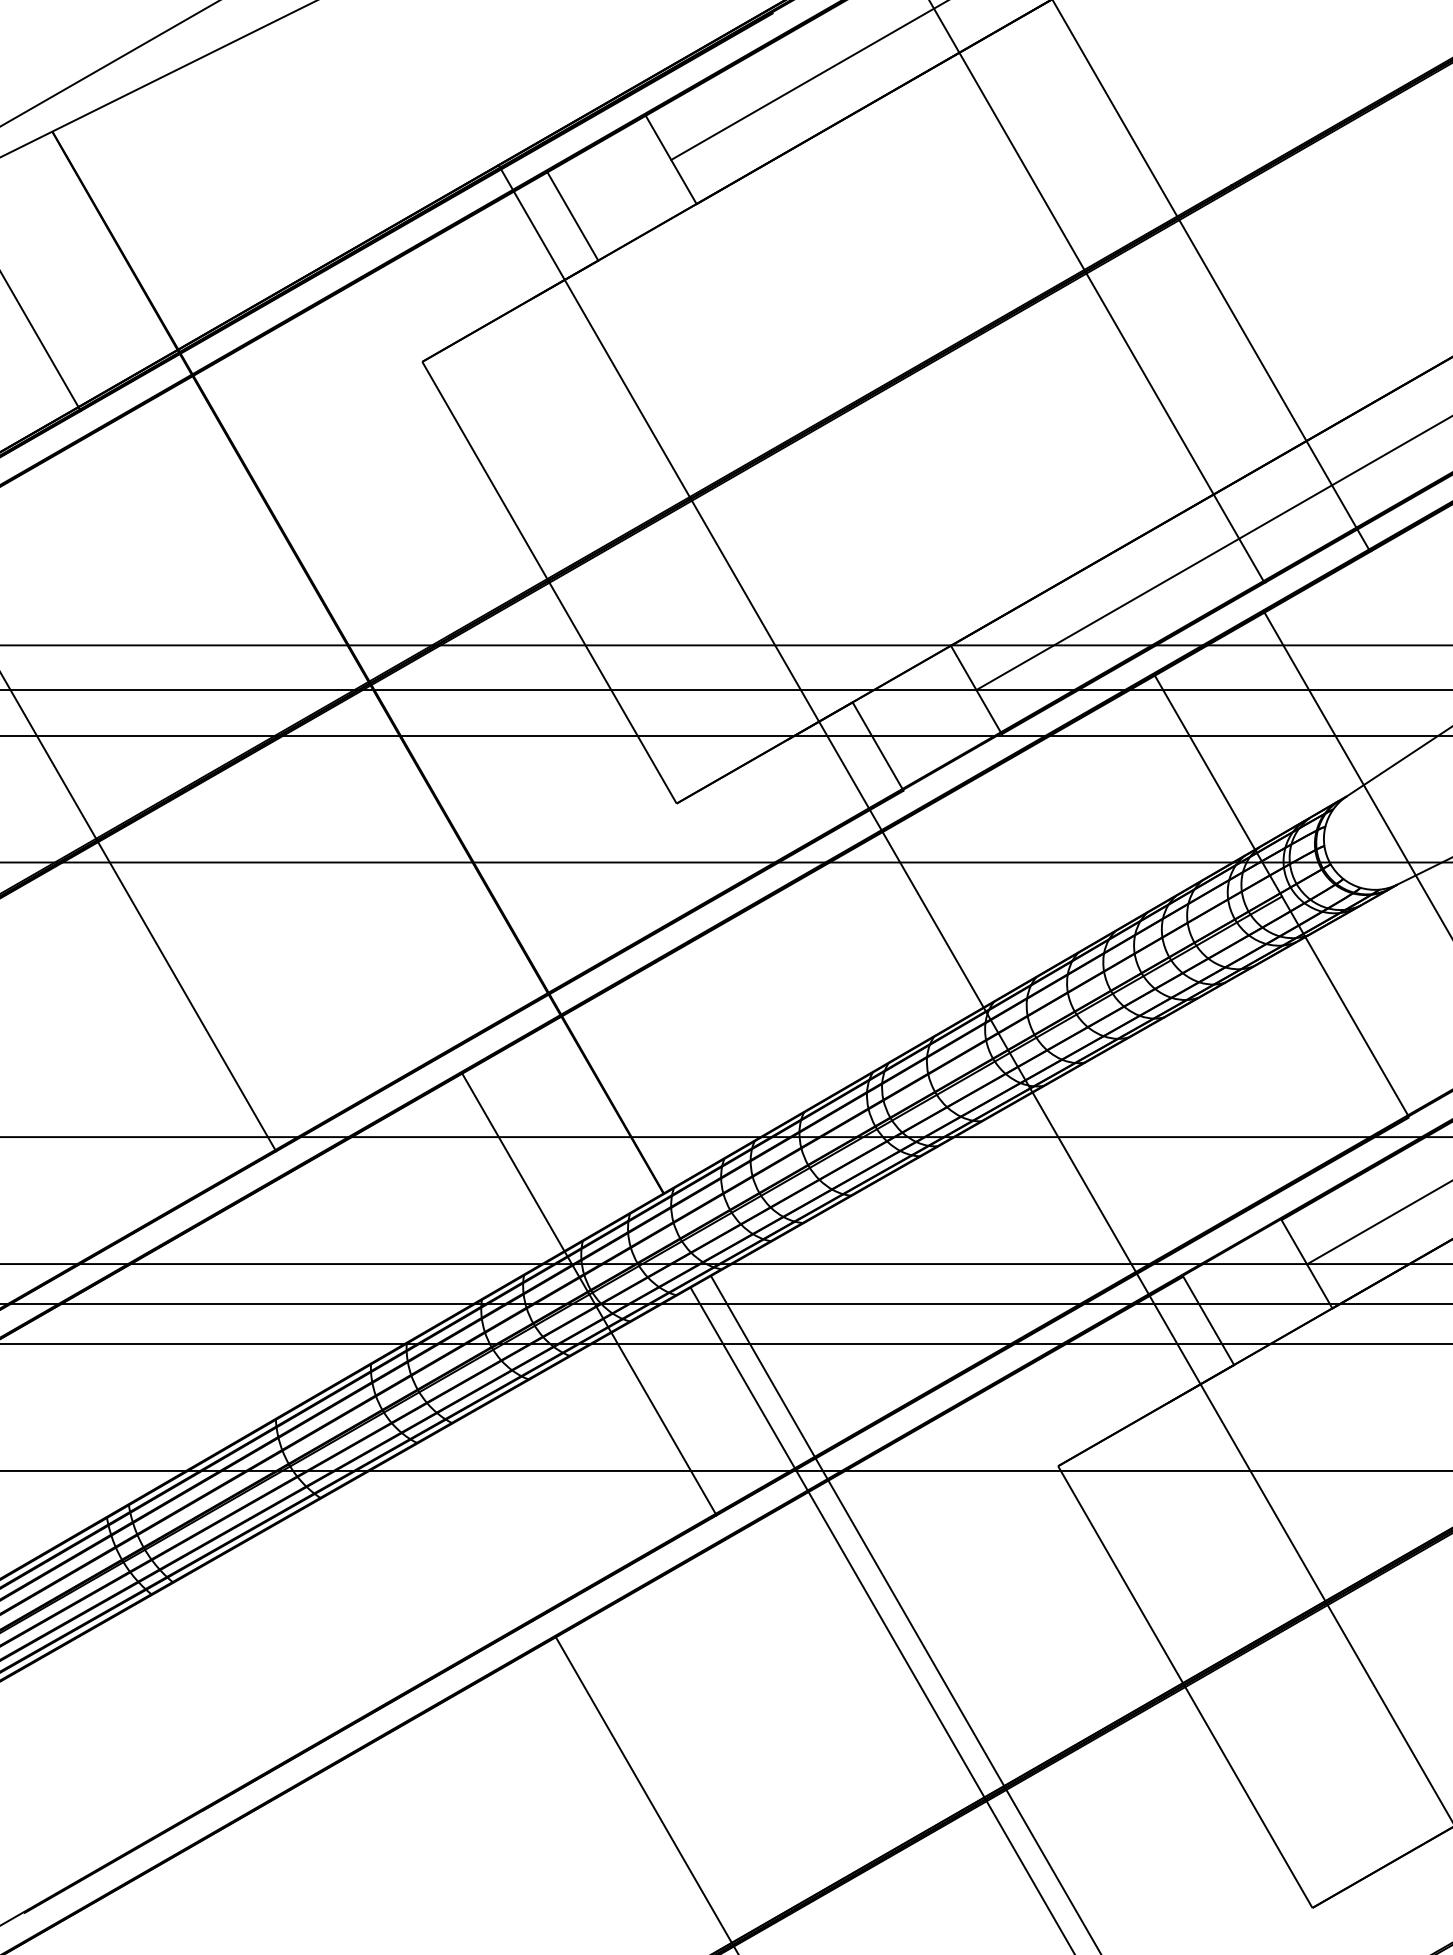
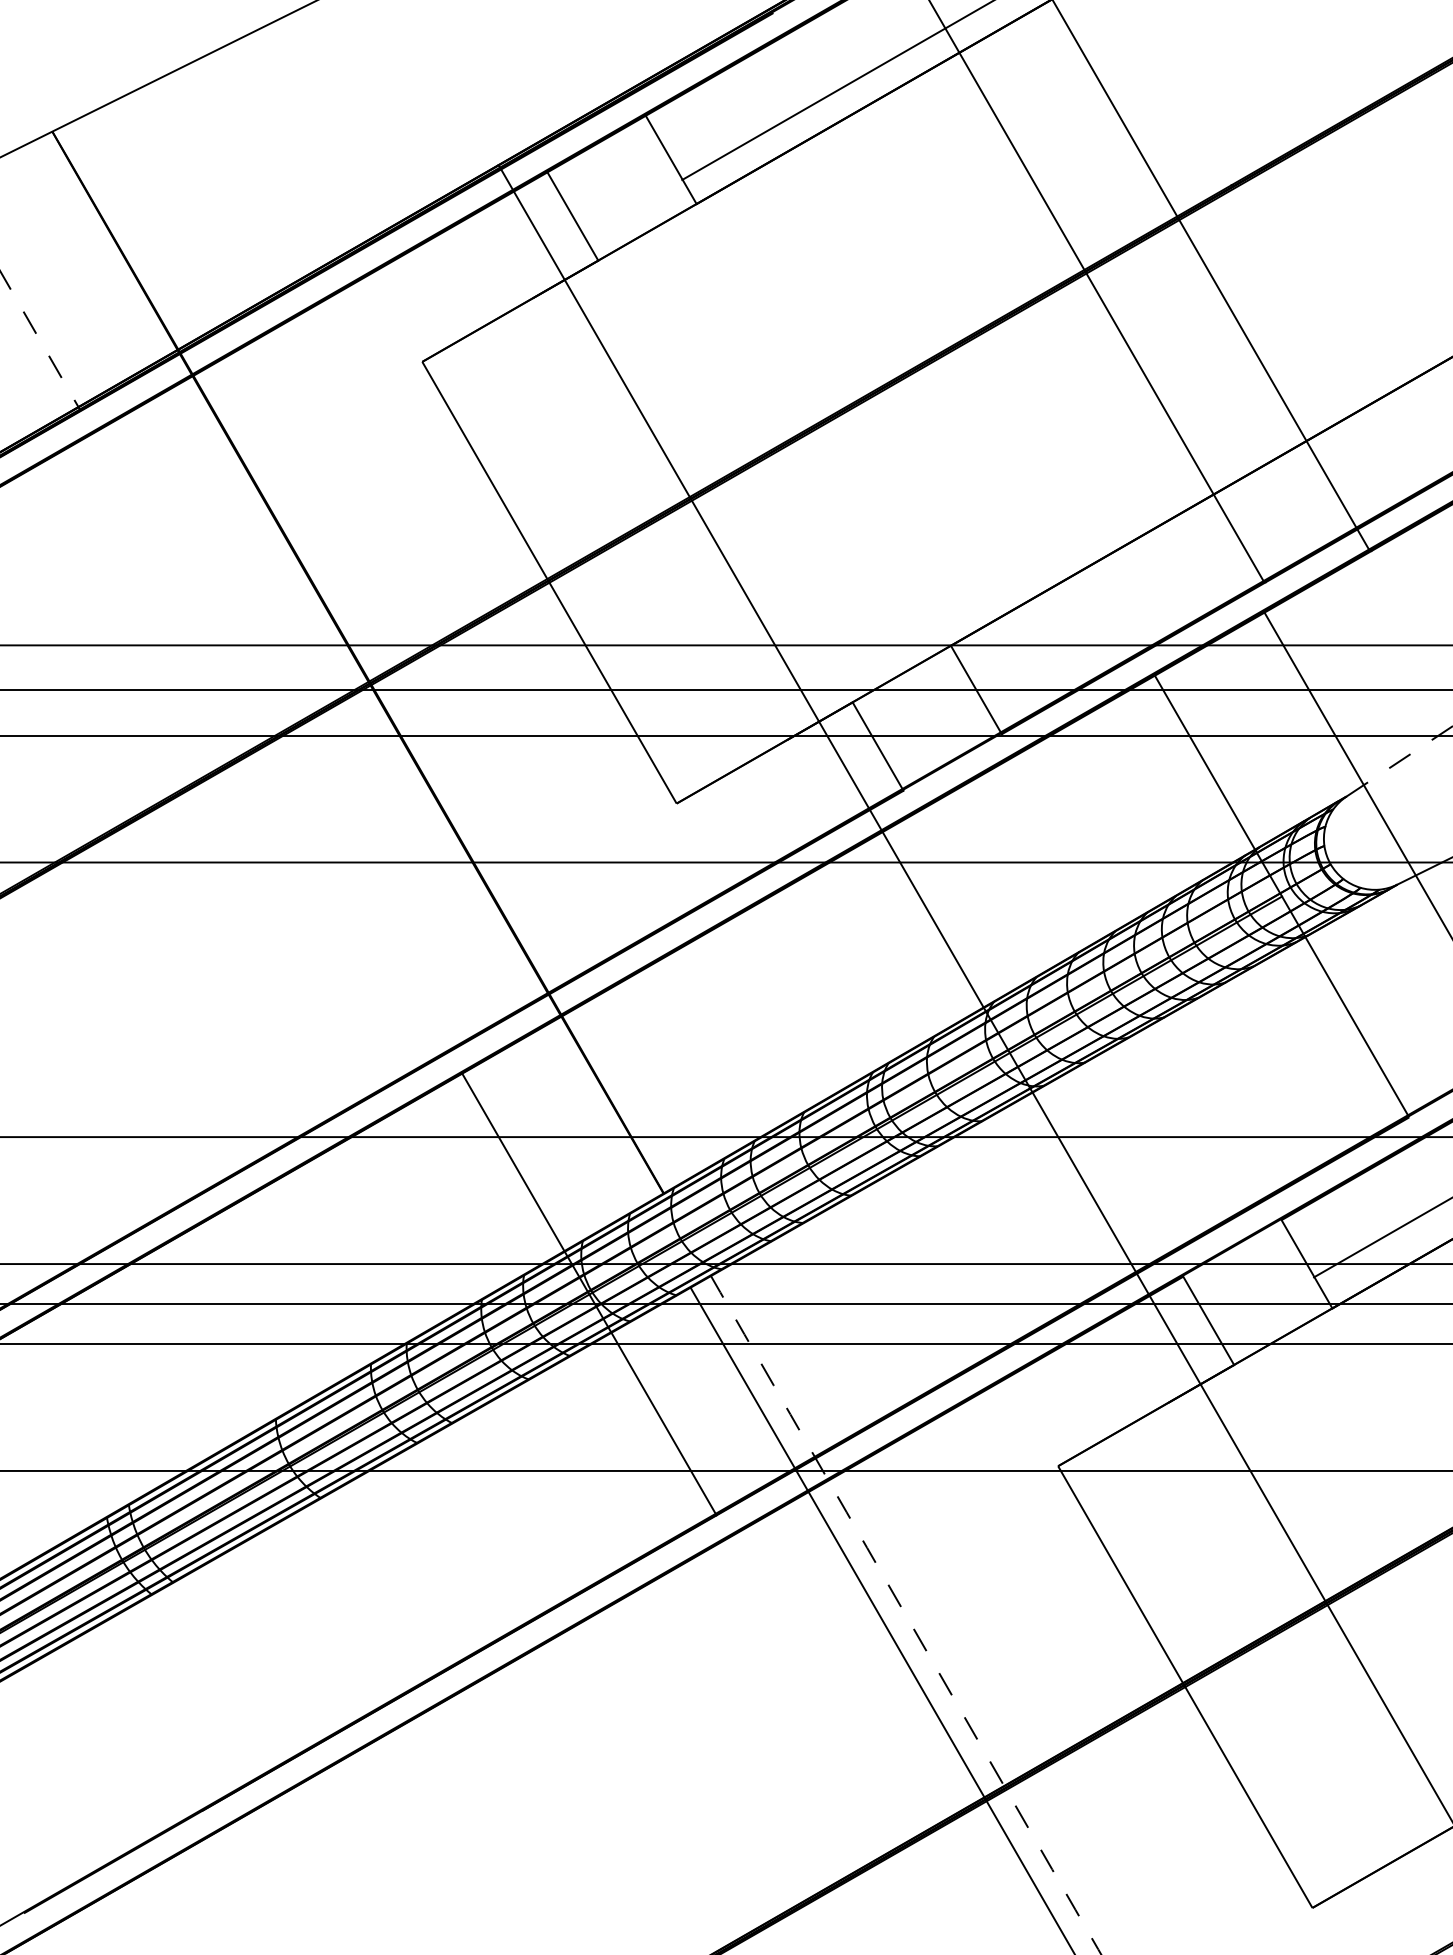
line at (109, 63): present -> none
line at (808, 80) position: (808, 80) -> (836, 90)
line at (40, 340): solid -> dashed
line at (1212, 553): present -> none
line at (1400, 761): solid -> dashed
line at (139, 913): present -> none
line at (1378, 1223) position: (1378, 1223) -> (1381, 1238)
arc at (901, 1607): solid -> dashed
line at (645, 1794): present -> none
